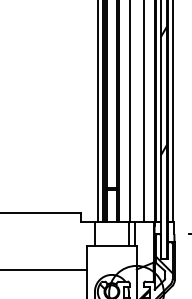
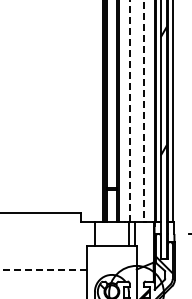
line at (129, 110): solid -> dashed
line at (97, 111): present -> none
line at (143, 111): solid -> dashed
line at (44, 270): solid -> dashed
